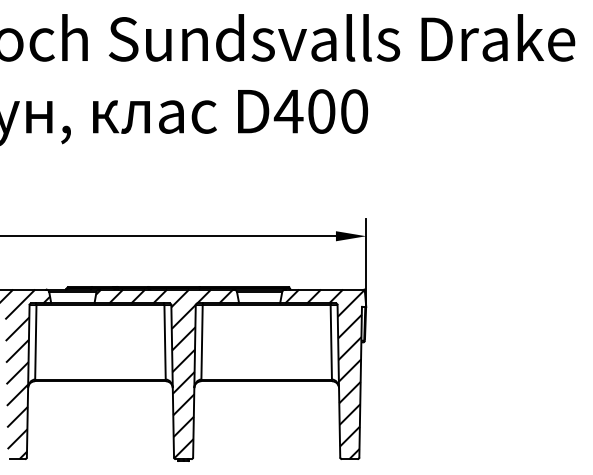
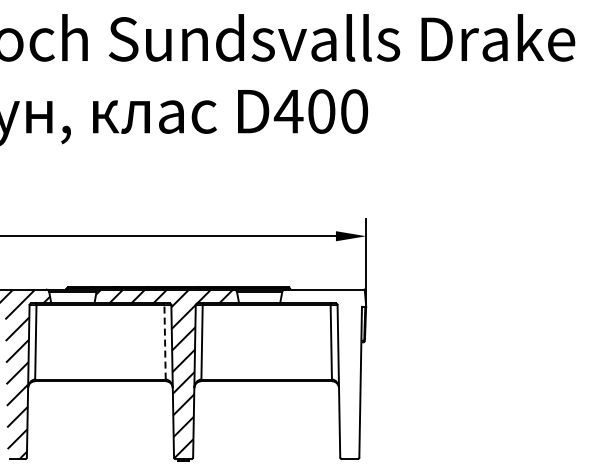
line at (165, 341): solid -> dashed
hatch at (324, 374): present -> none
